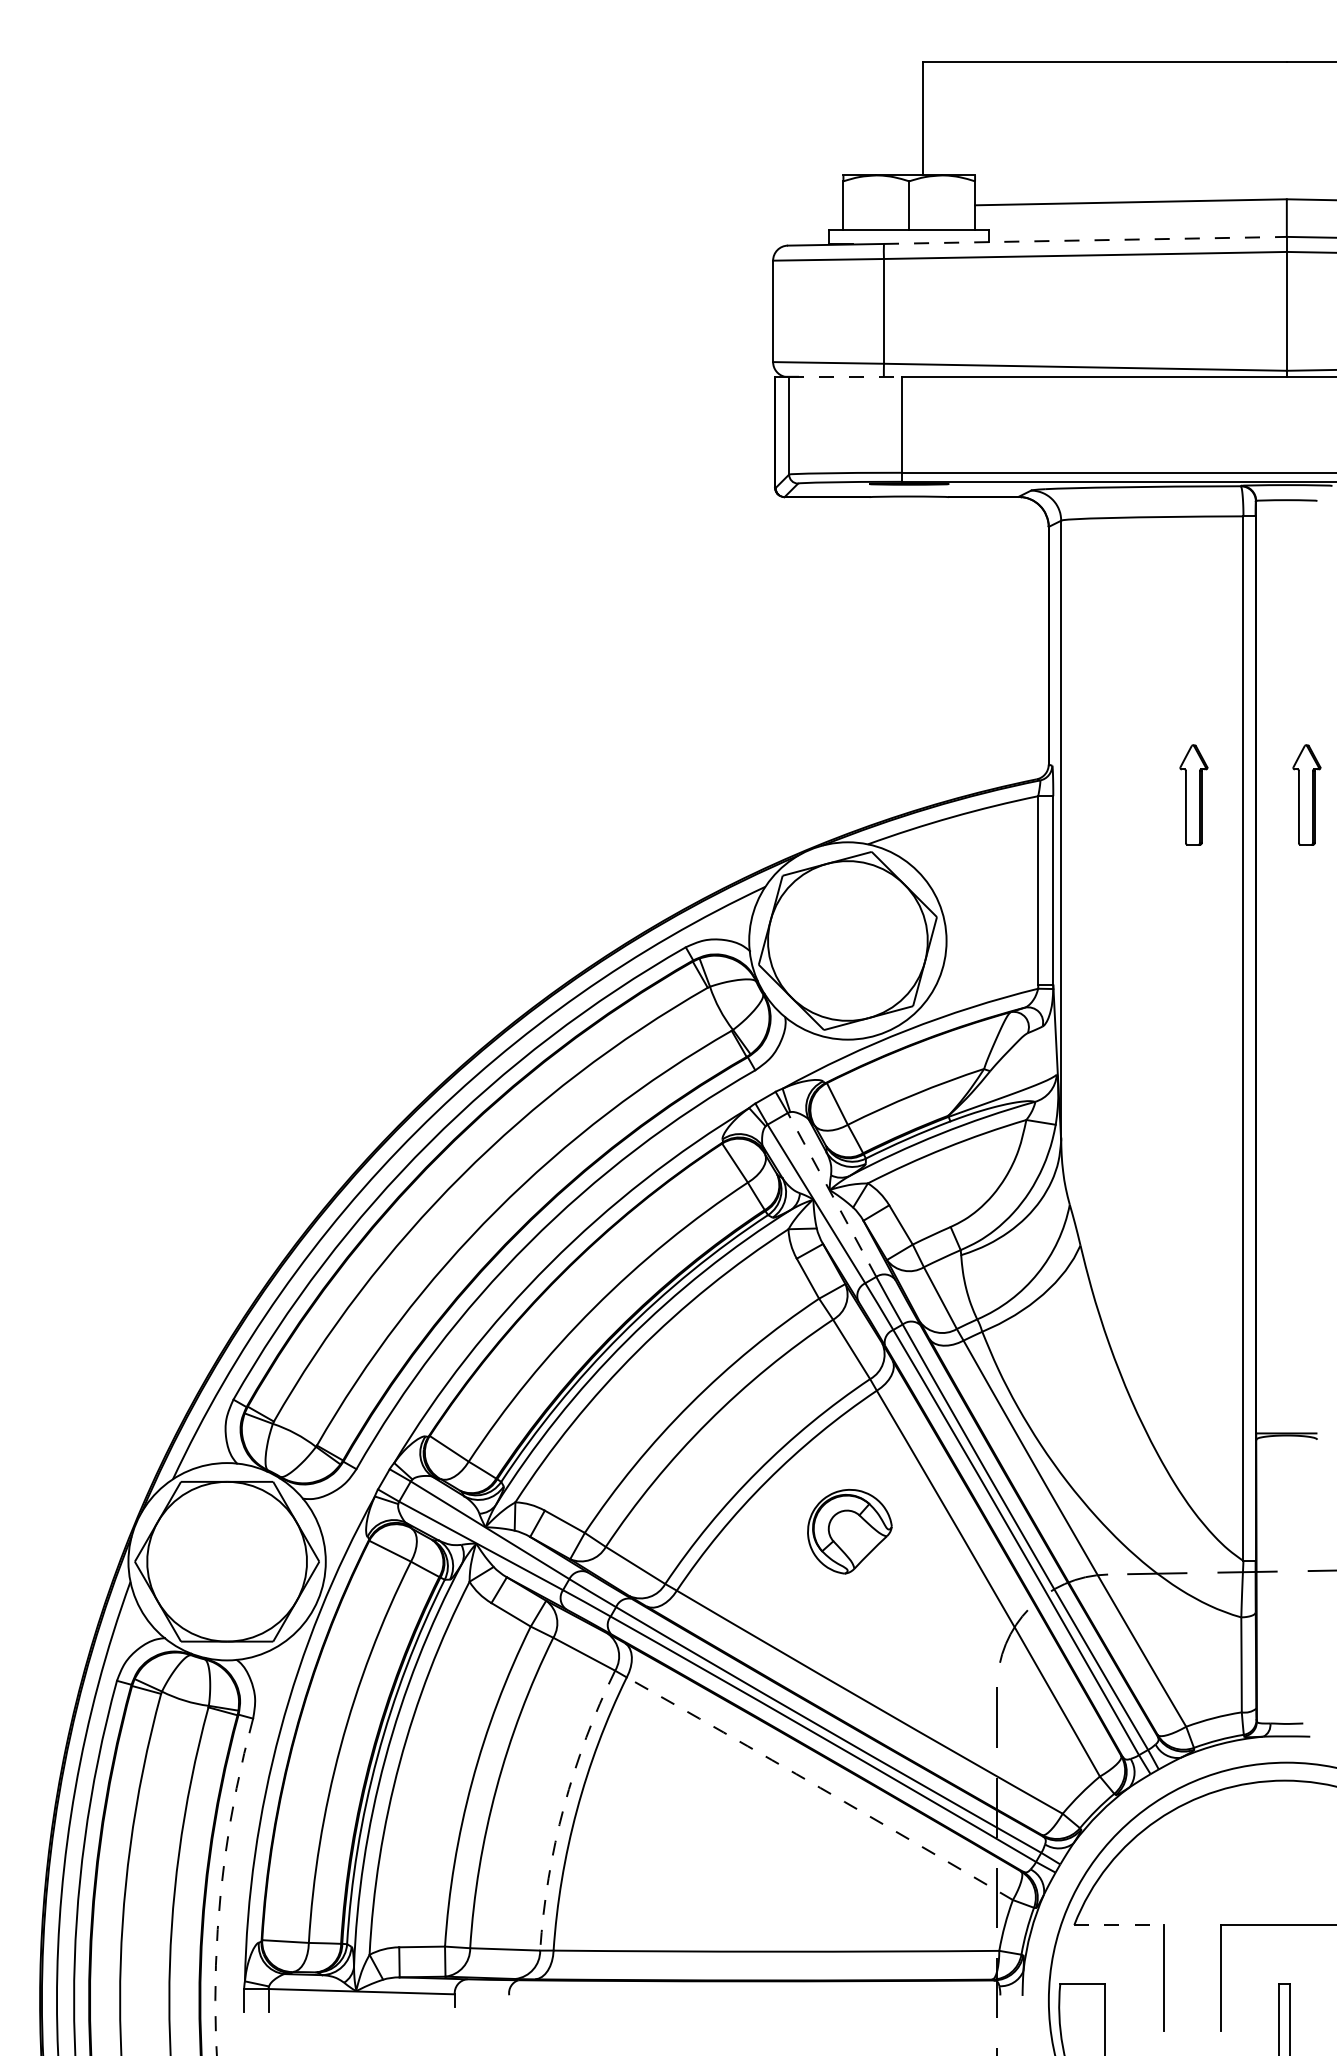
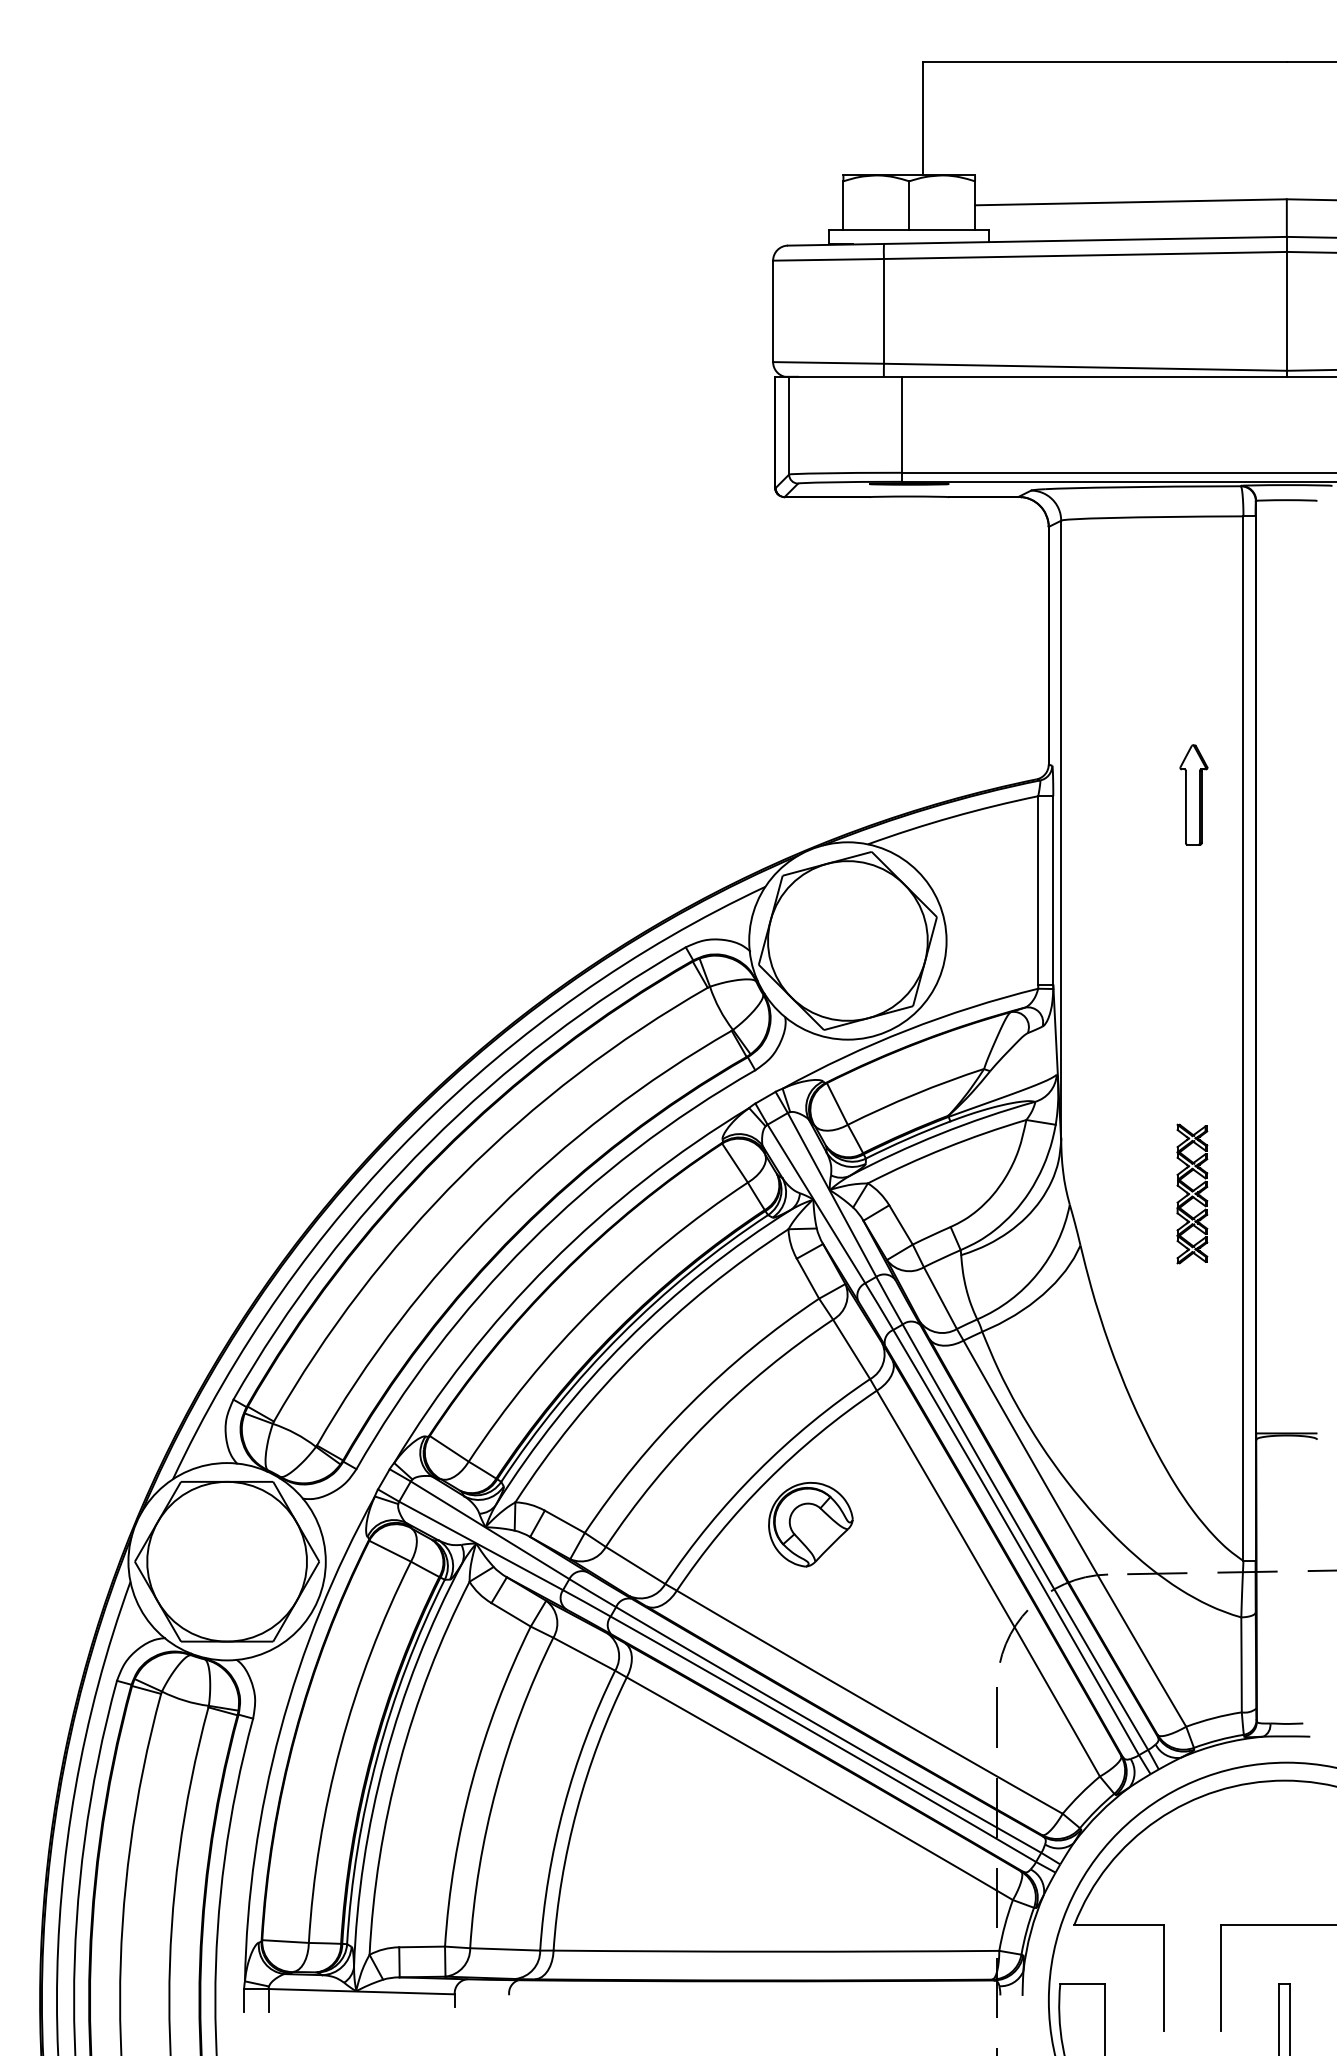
line at (1085, 240): dashed -> solid
line at (846, 376): dashed -> solid
part at (1306, 794): present -> none
part at (1192, 1193): none -> present
line at (831, 1194): dashed -> solid
part at (849, 1531) position: (849, 1531) -> (810, 1524)
arc at (820, 1787): dashed -> solid
arc at (564, 1806): dashed -> solid
arc at (221, 1887): dashed -> solid
line at (1119, 1925): dashed -> solid
